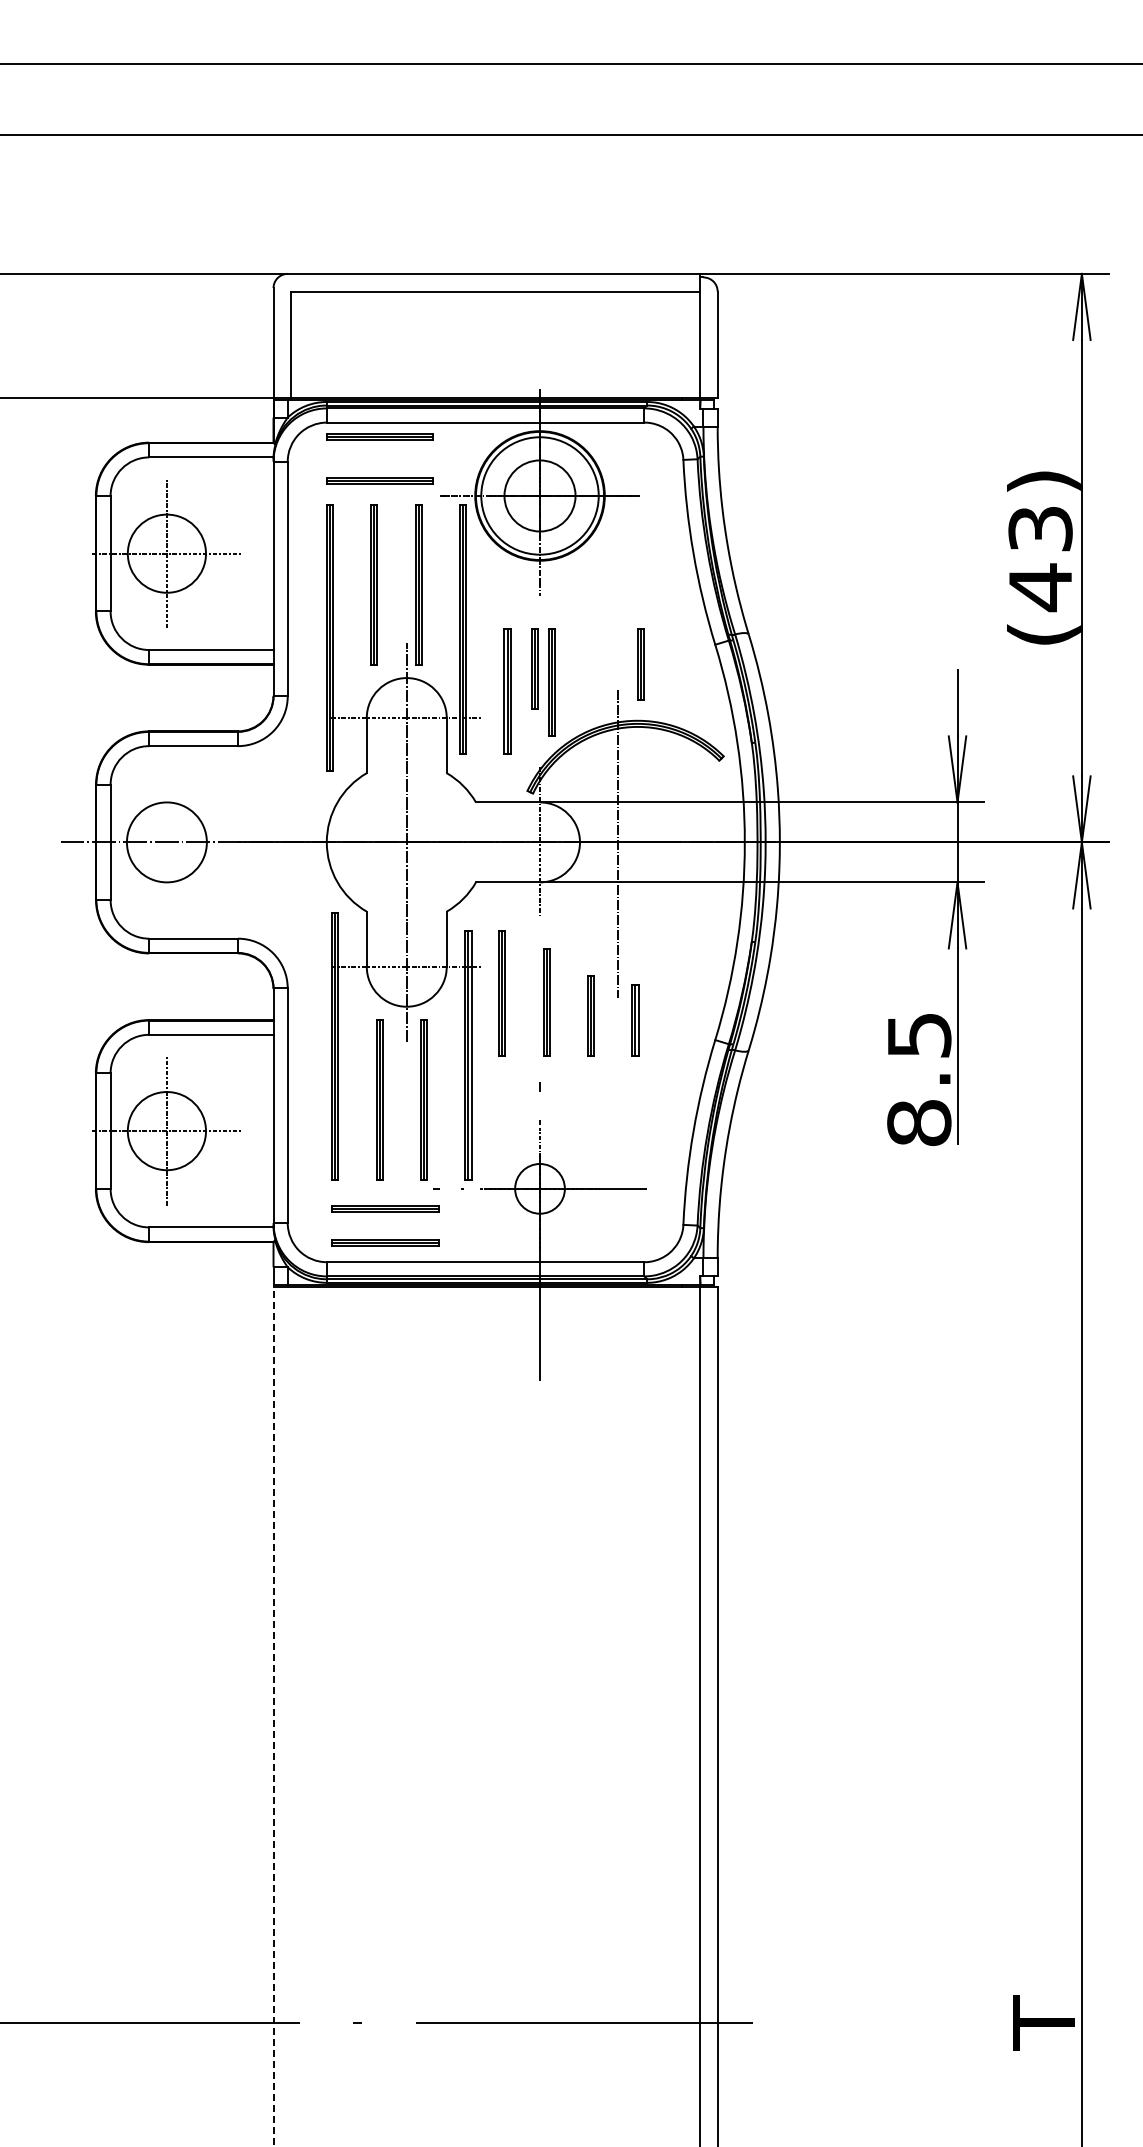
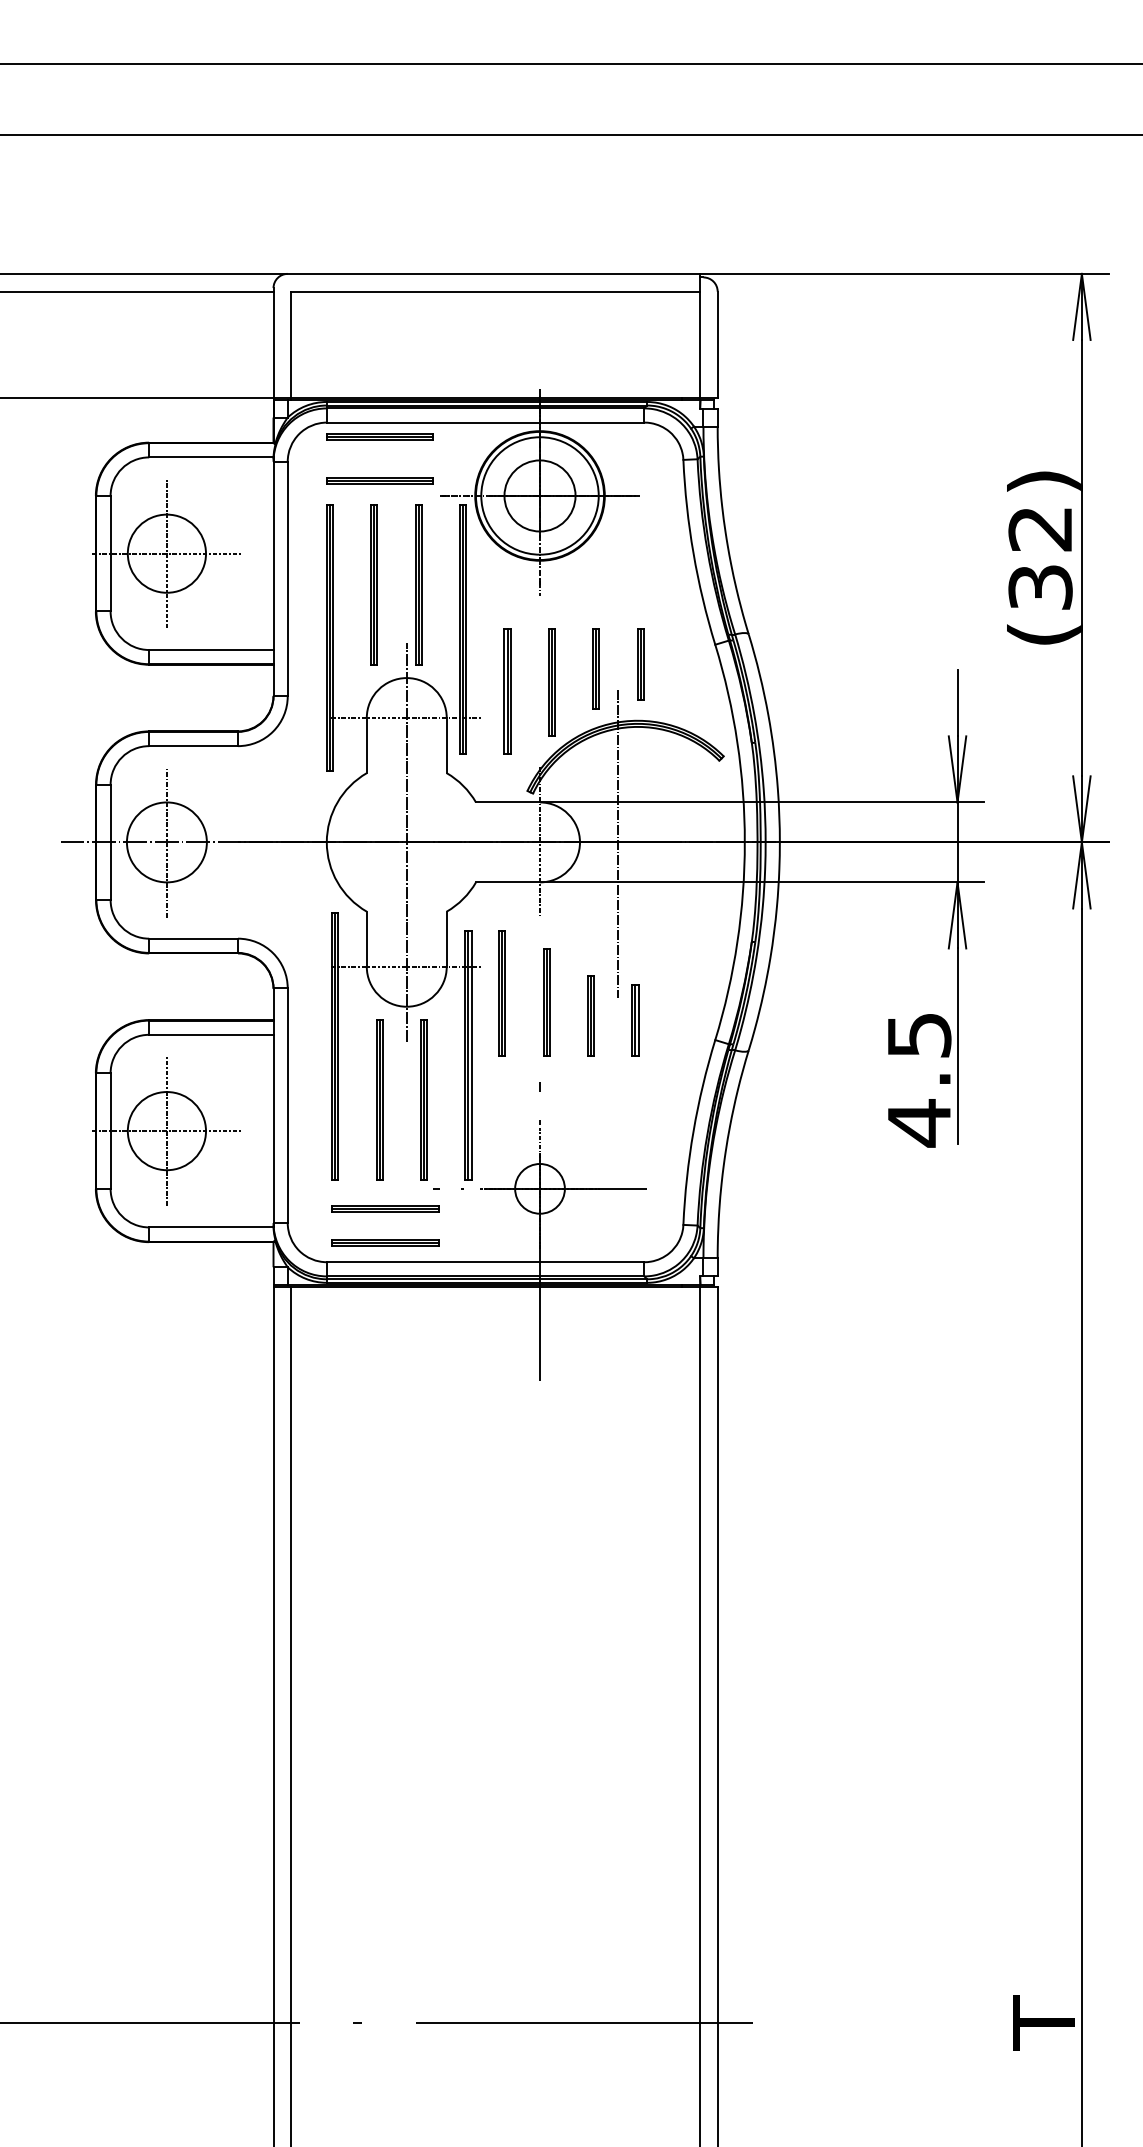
line at (137, 291): none -> present
text at (1040, 559): (43) -> (32)
part at (534, 668) position: (534, 668) -> (595, 668)
line at (166, 841): none -> present
text at (919, 1123): 8.5 -> 4.5
line at (291, 1714): none -> present
line at (273, 1716): dashed -> solid
